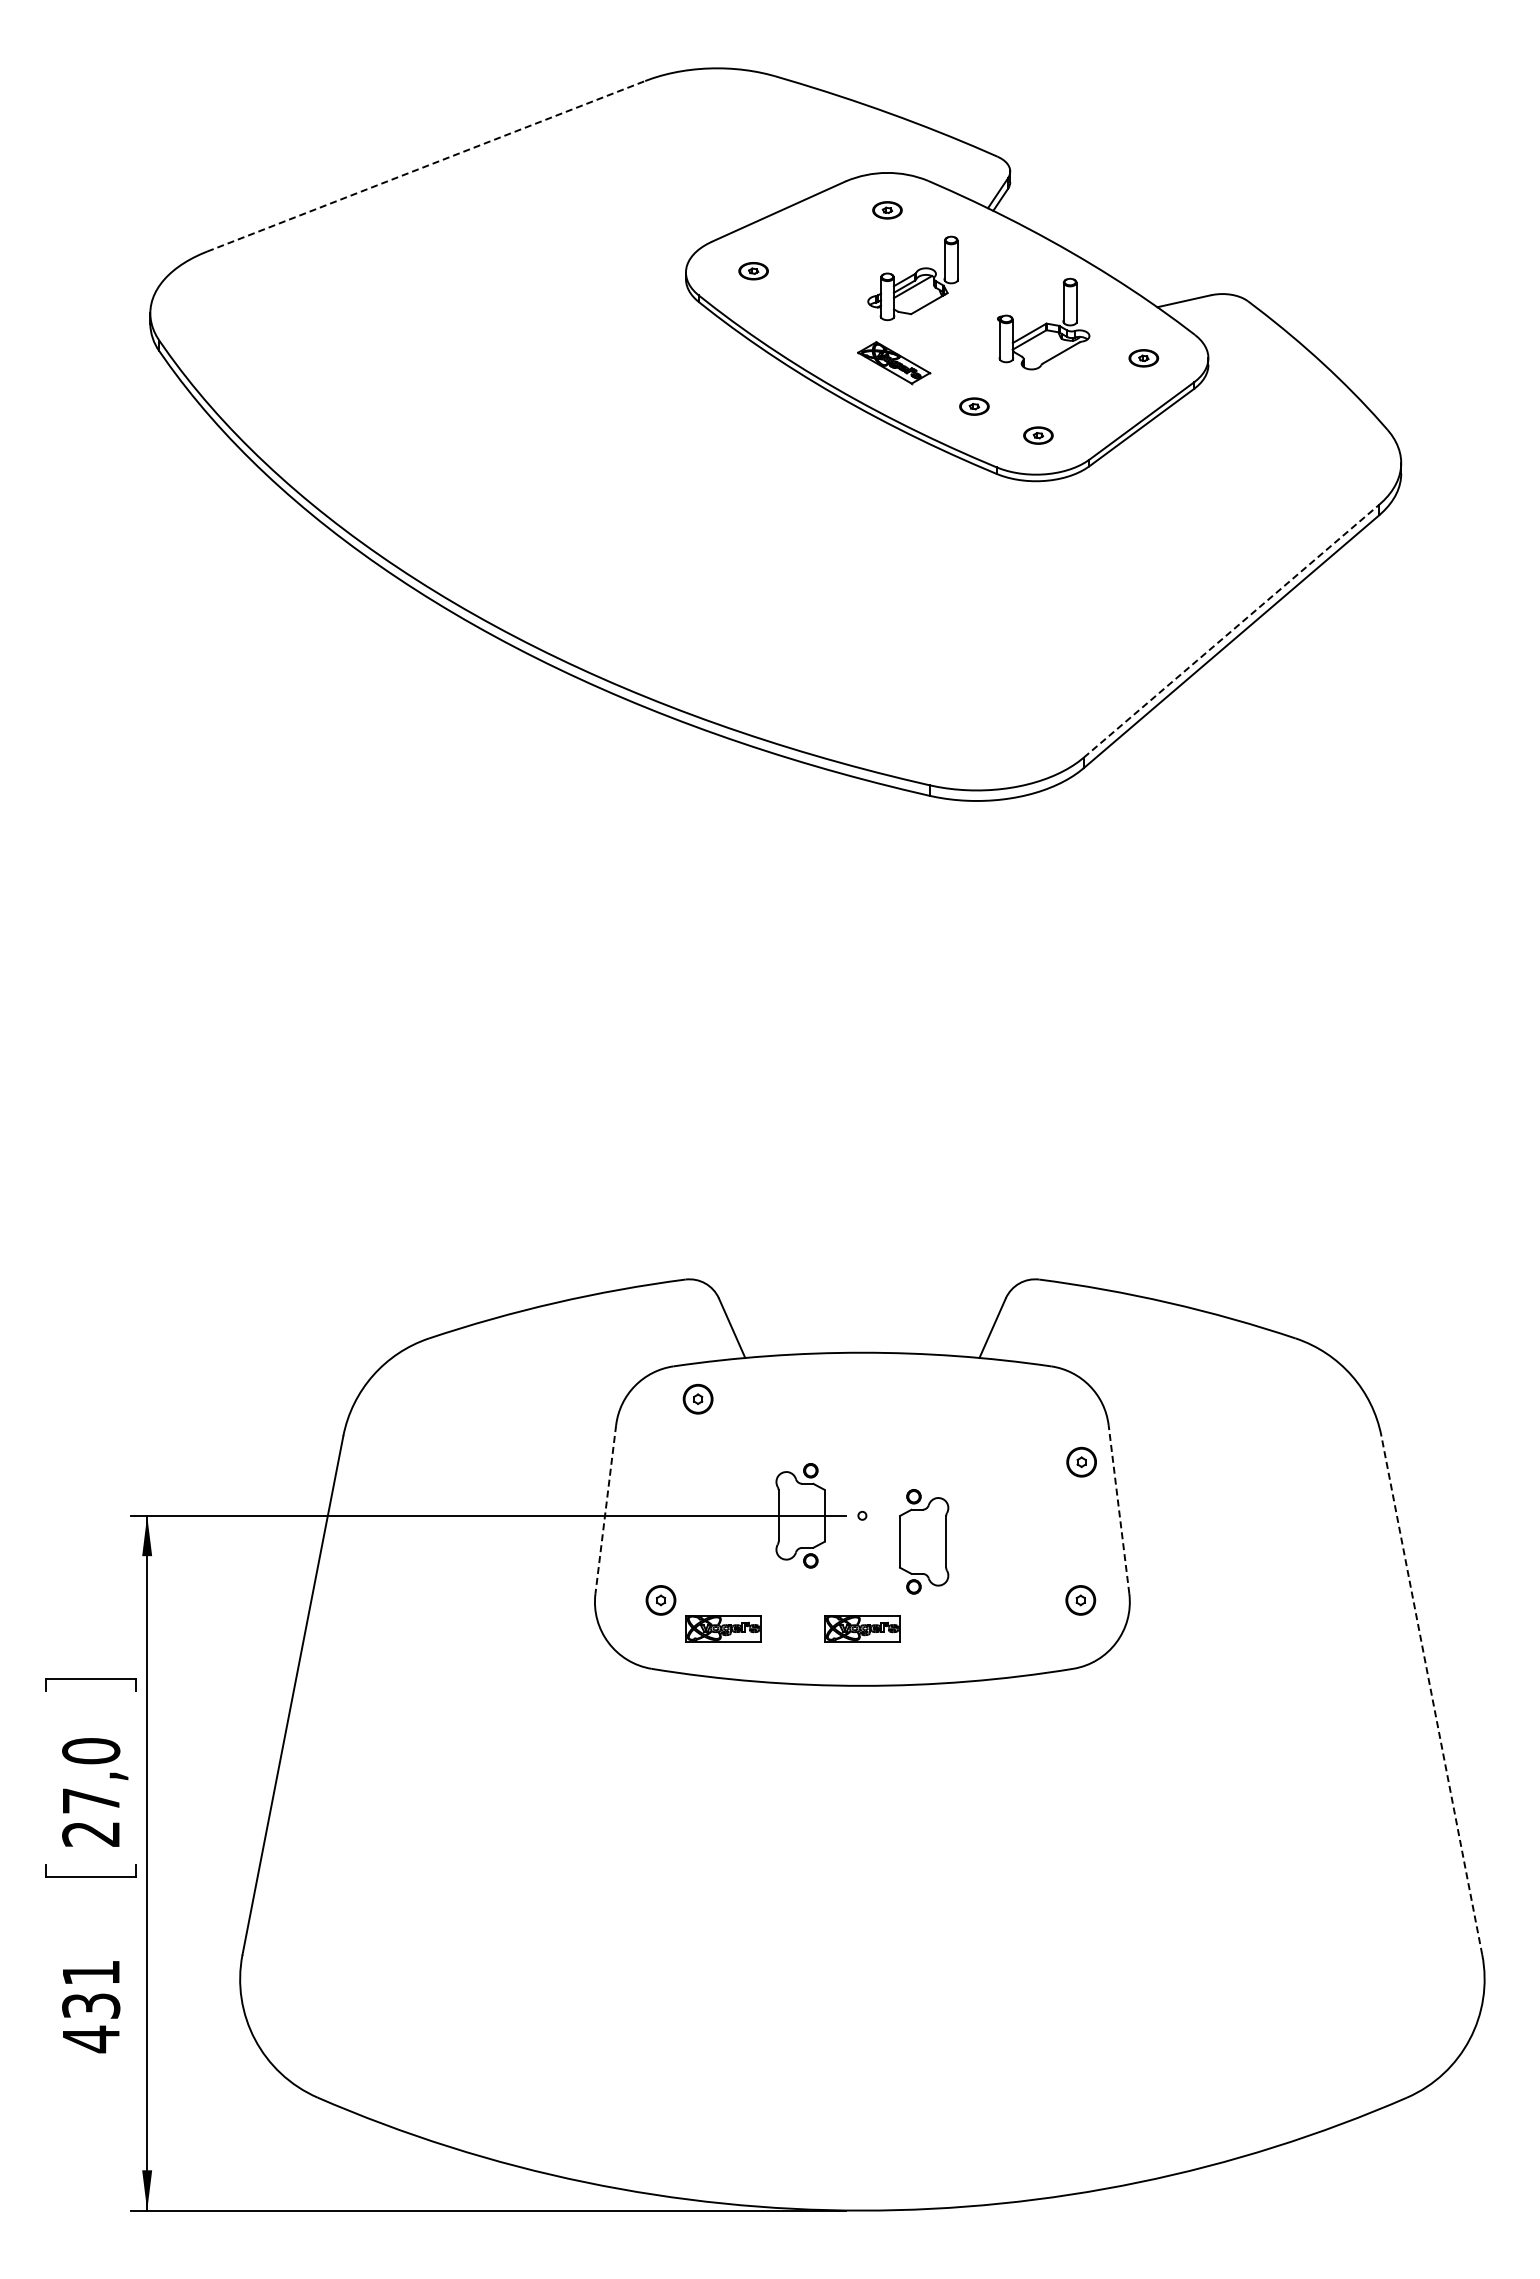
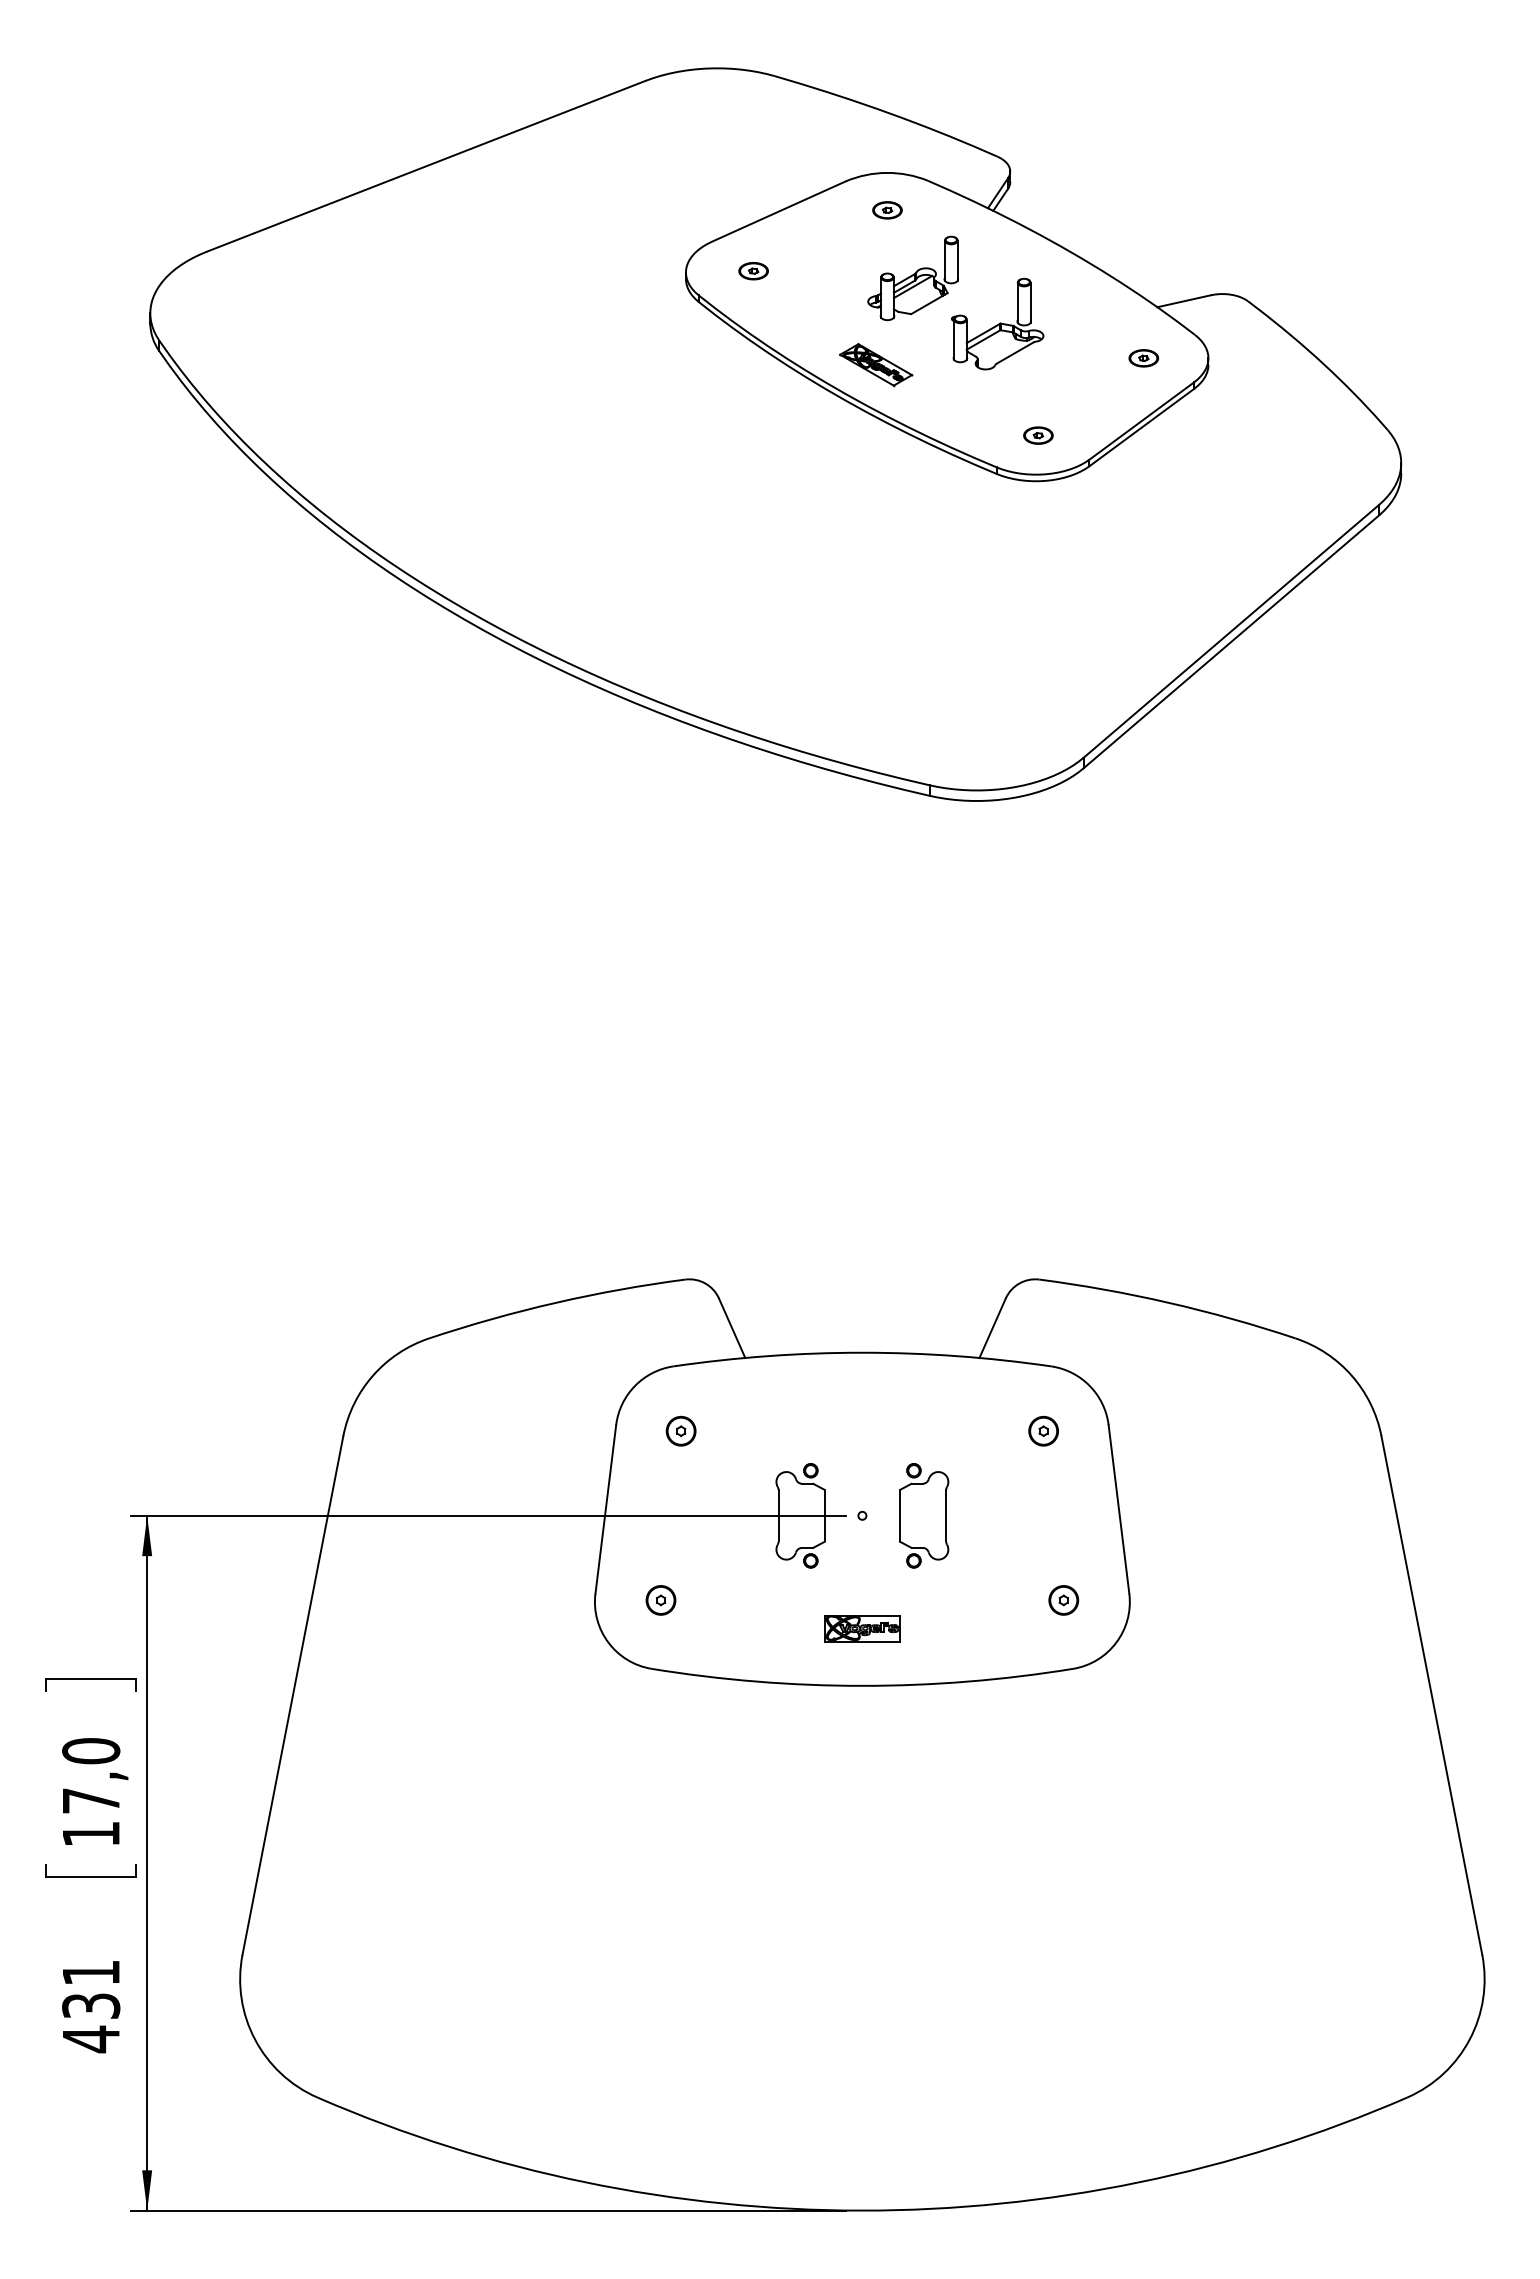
line at (426, 166): dashed -> solid
part at (1043, 323) position: (1043, 323) -> (997, 323)
part at (894, 363) position: (894, 363) -> (876, 365)
part at (974, 406): present -> none
line at (1231, 630): dashed -> solid
part at (697, 1398) position: (697, 1398) -> (680, 1430)
part at (1081, 1461) position: (1081, 1461) -> (1043, 1430)
line at (605, 1509): dashed -> solid
line at (1118, 1509): dashed -> solid
part at (924, 1541) position: (924, 1541) -> (924, 1515)
part at (1080, 1600) position: (1080, 1600) -> (1063, 1600)
part at (723, 1628): present -> none
line at (1431, 1694): dashed -> solid
text at (90, 1834): 27,0 -> 17,0
